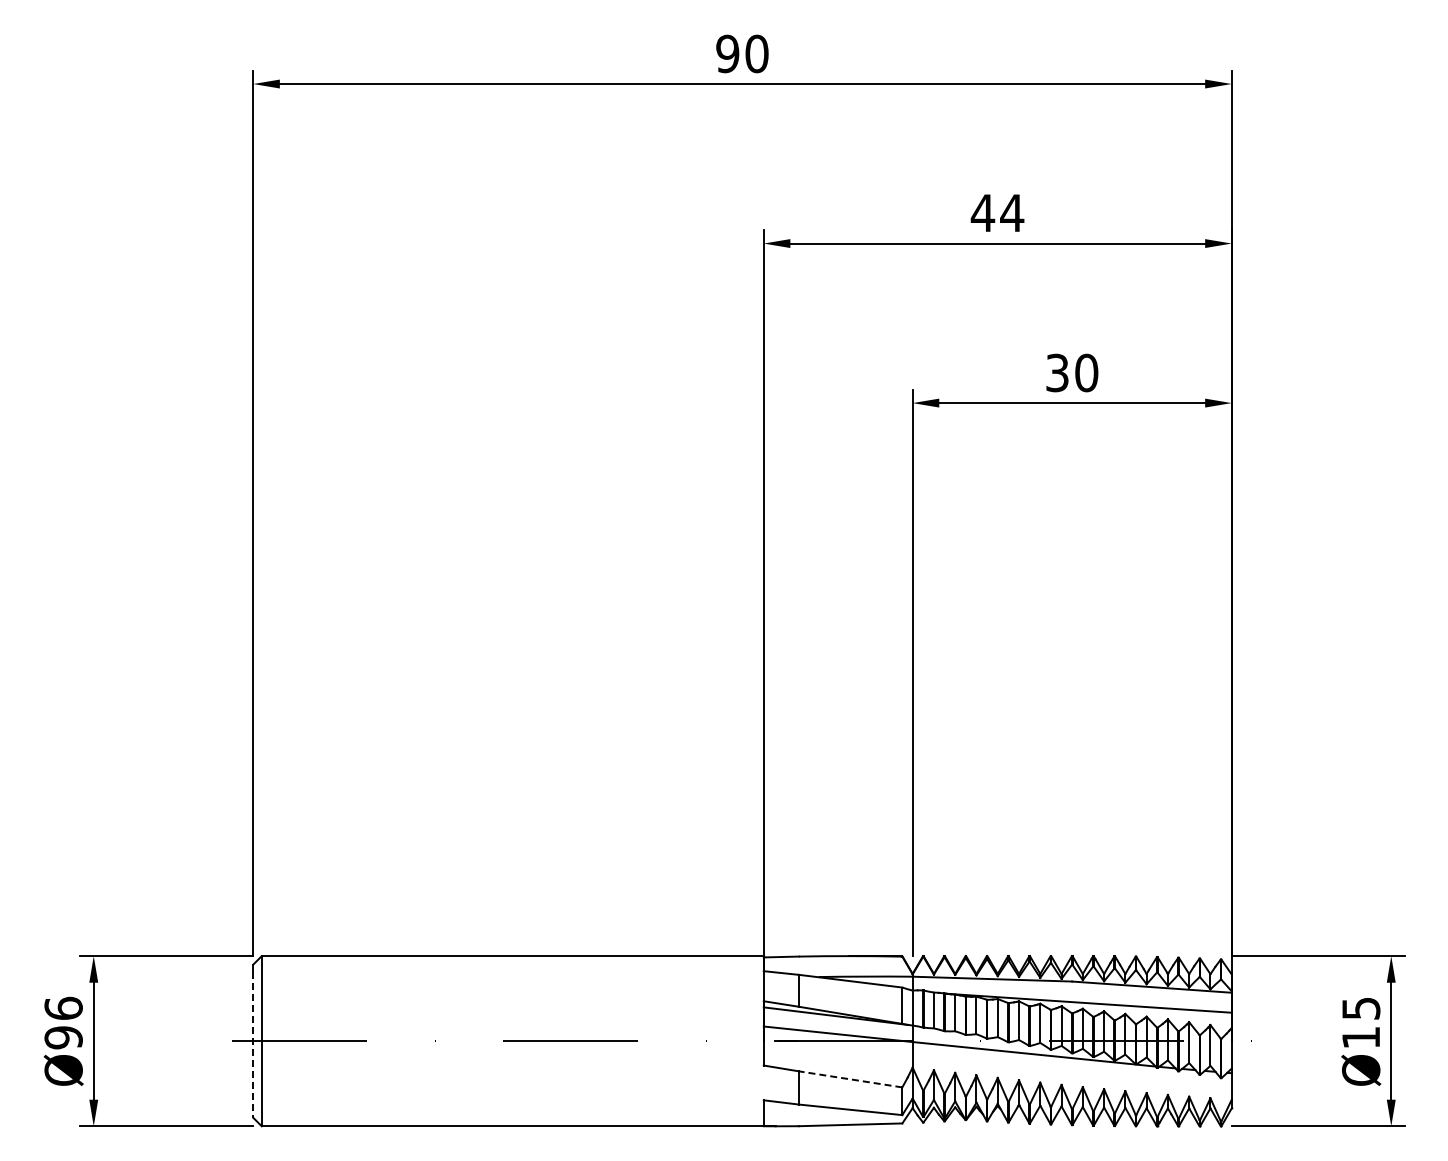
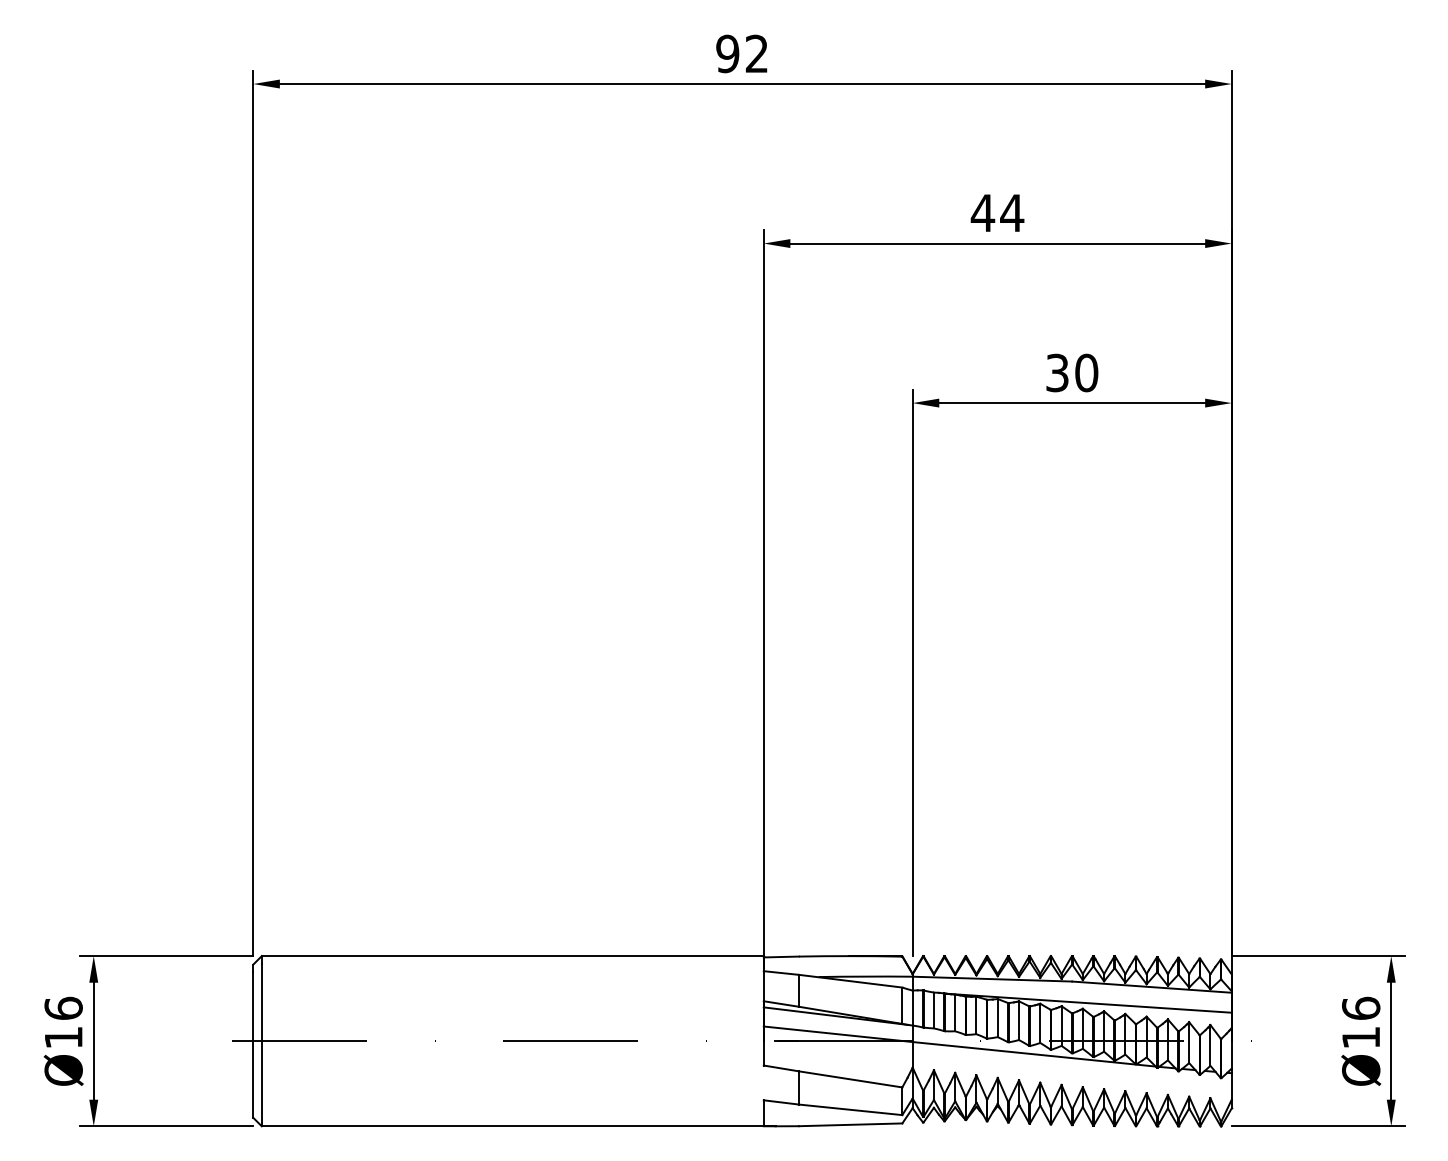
text at (756, 53): 90 -> 92
text at (1361, 1007): Ø15 -> Ø16
text at (63, 1037): Ø96 -> Ø16
line at (253, 1045): dashed -> solid
line at (850, 1079): dashed -> solid
